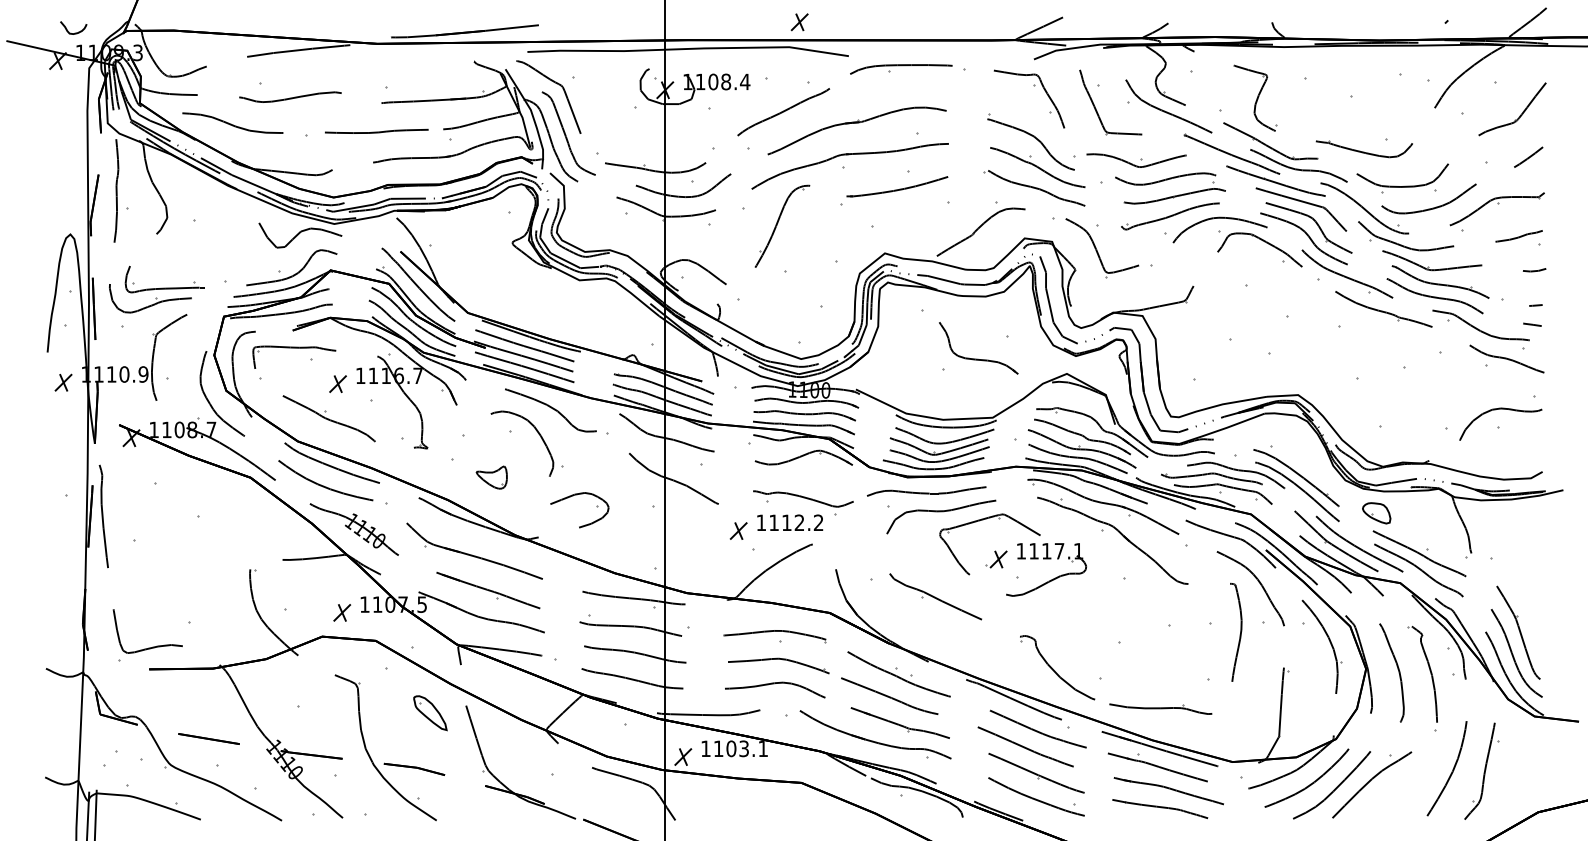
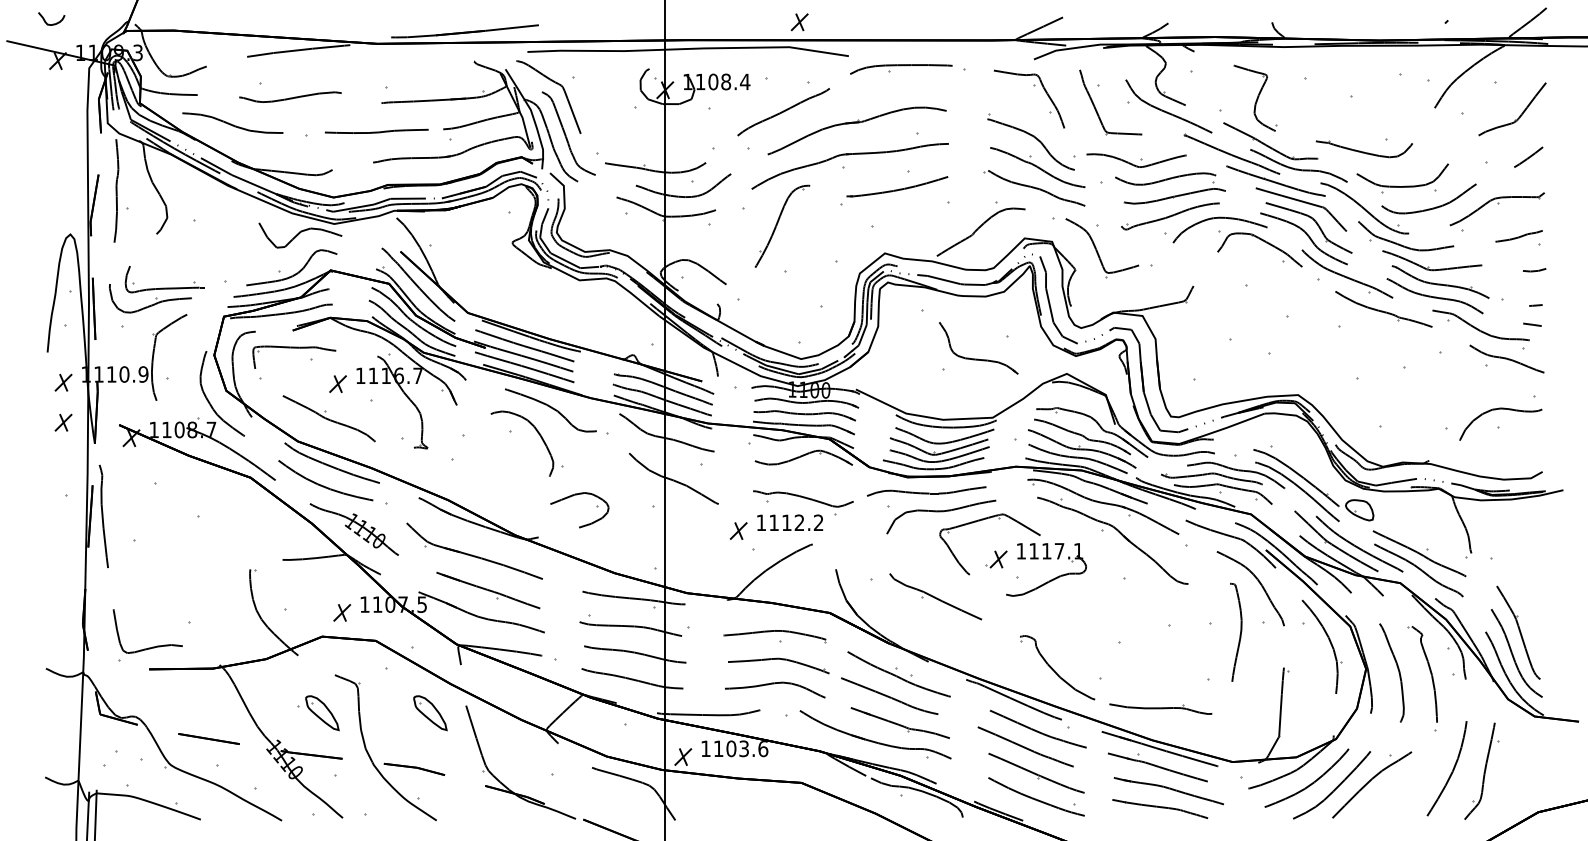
curve at (75, 32) position: (75, 32) -> (53, 23)
part at (63, 422): none -> present
part at (491, 477): present -> none
part at (1376, 513) position: (1376, 513) -> (1359, 510)
part at (322, 713): none -> present
text at (763, 749): 1103.1 -> 1103.6
